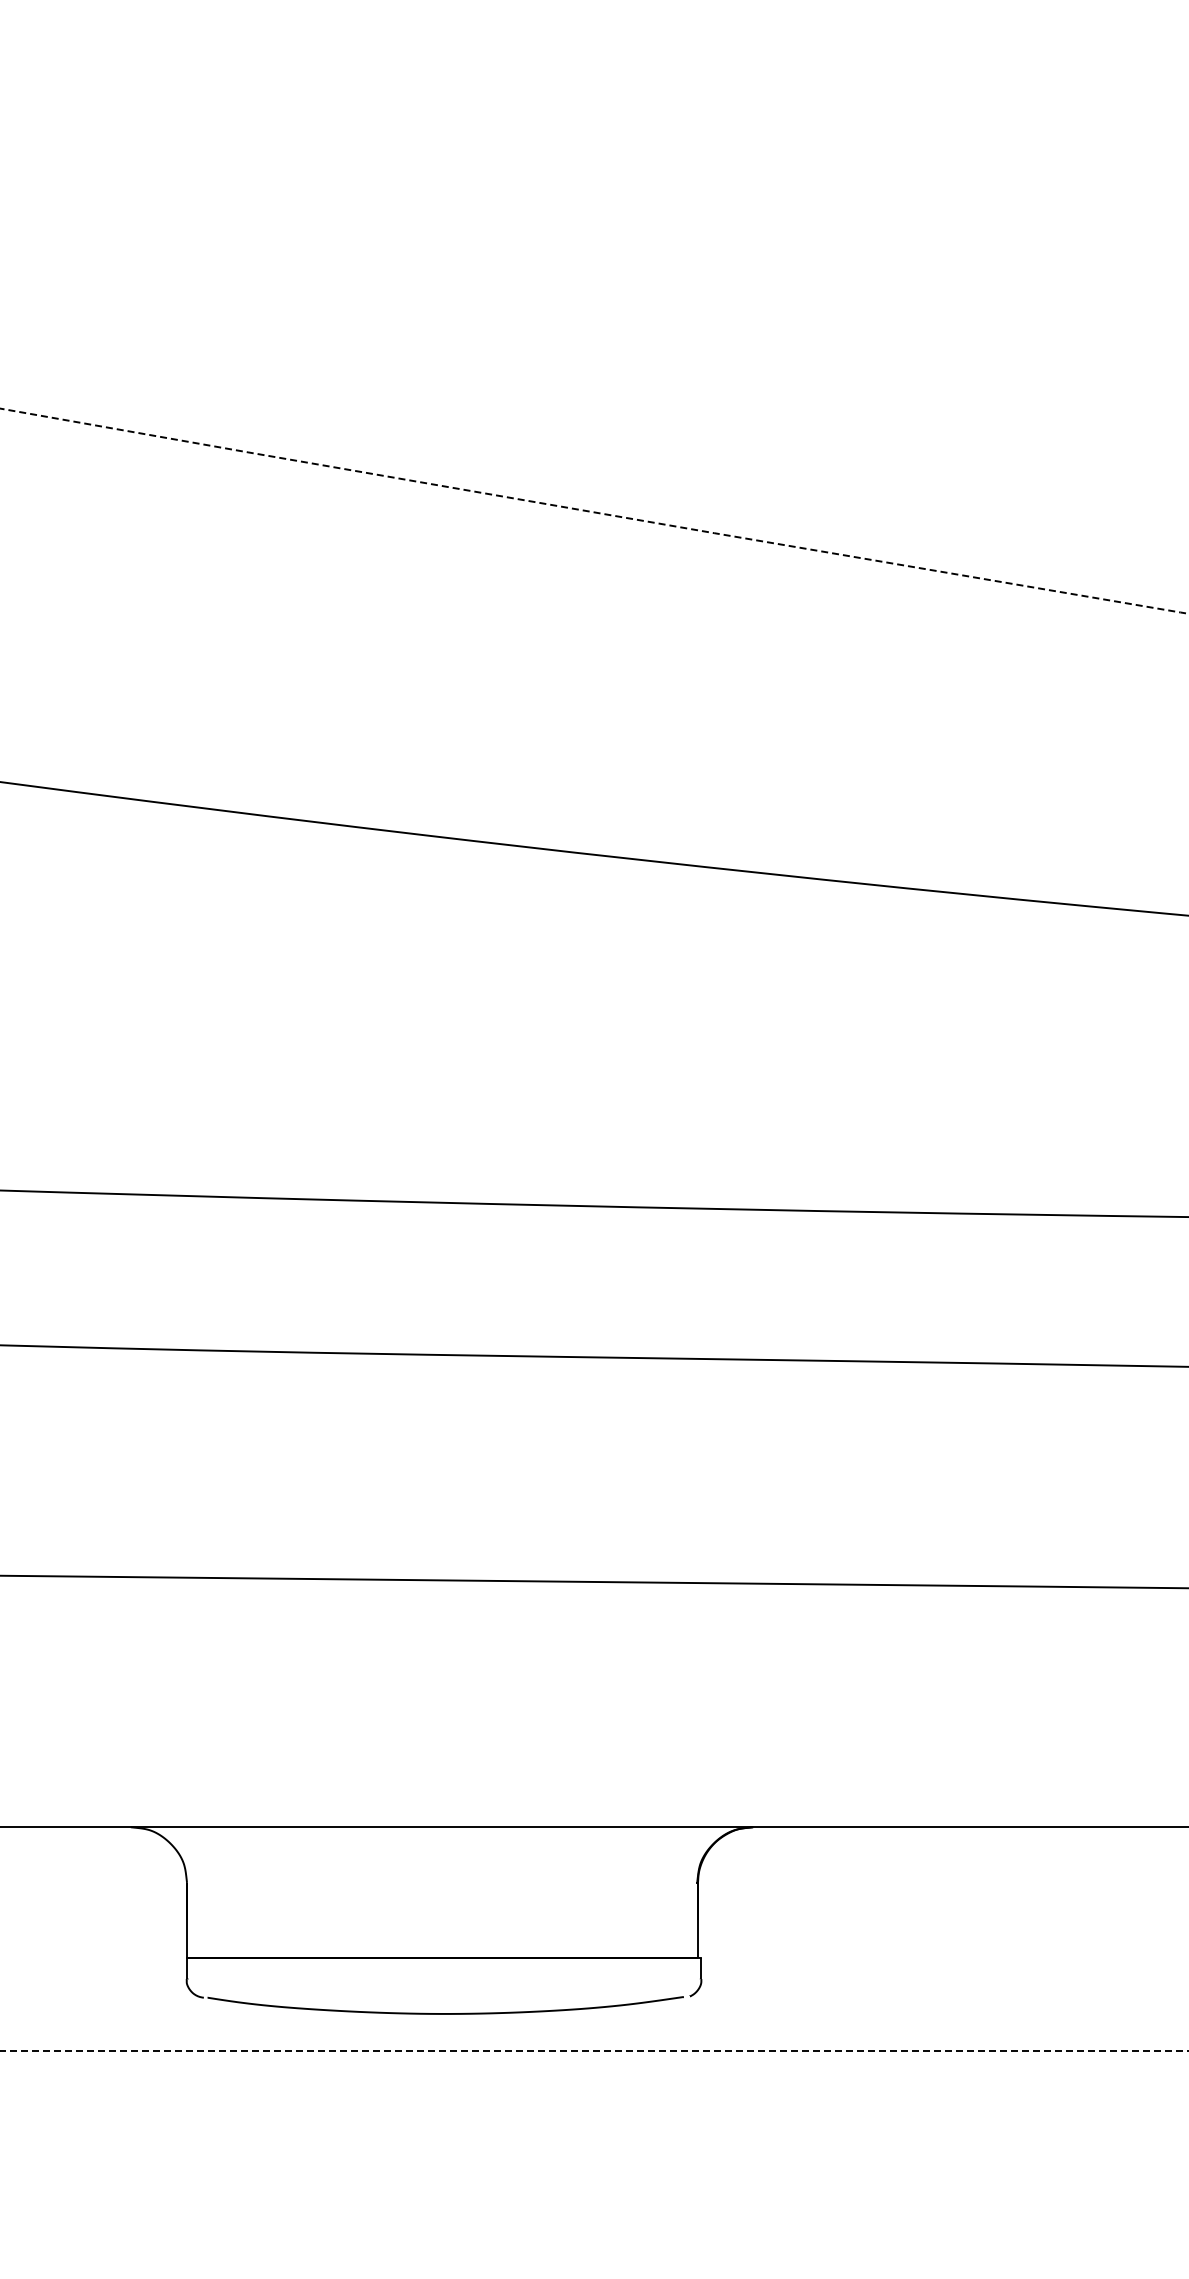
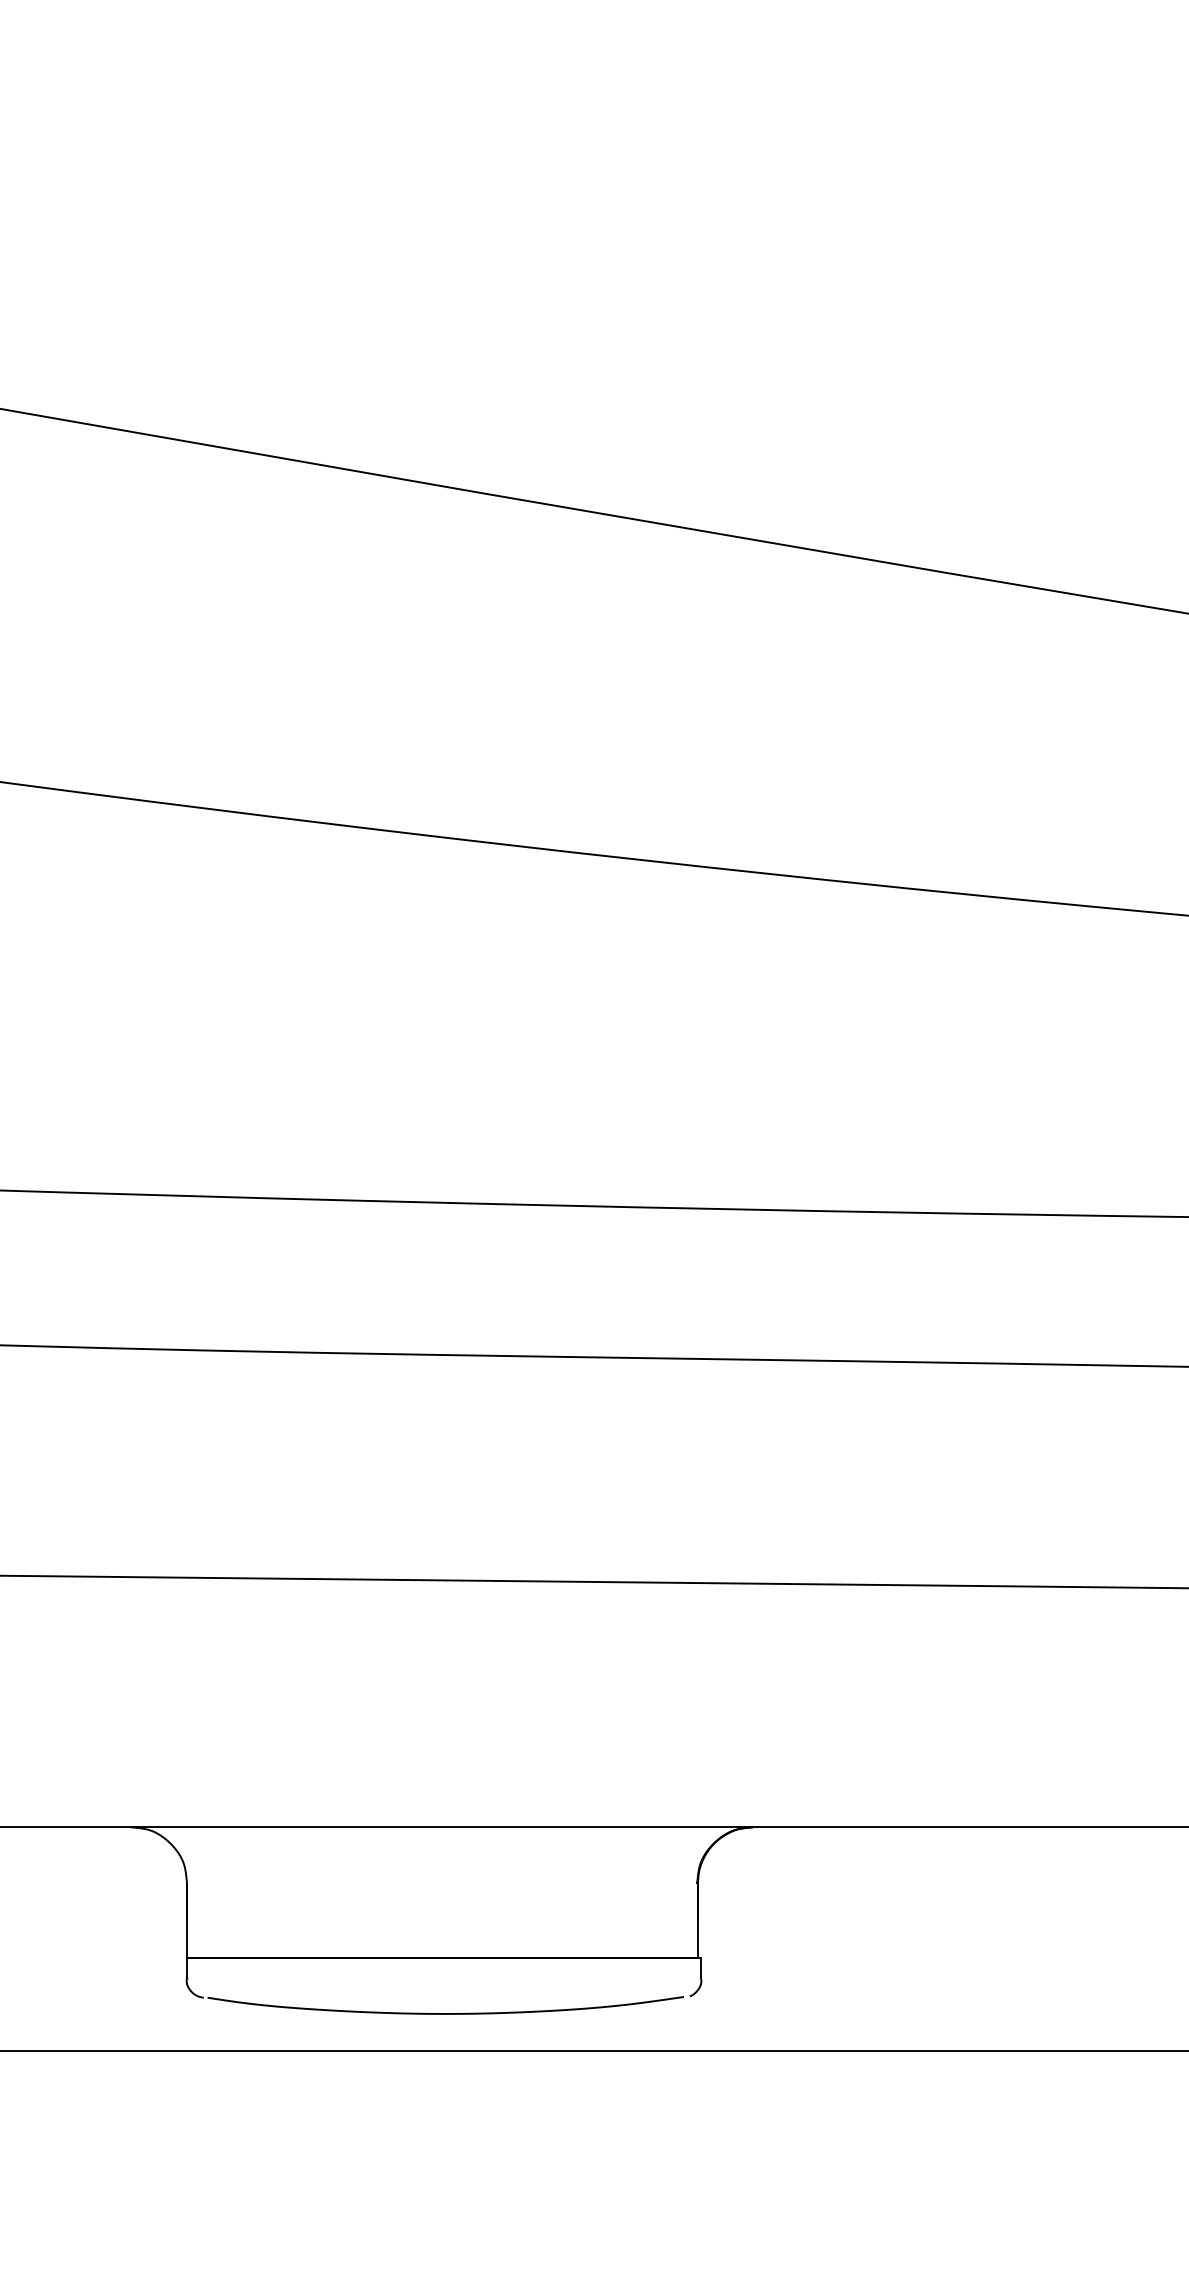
arc at (595, 512): dashed -> solid
line at (594, 2051): dashed -> solid
